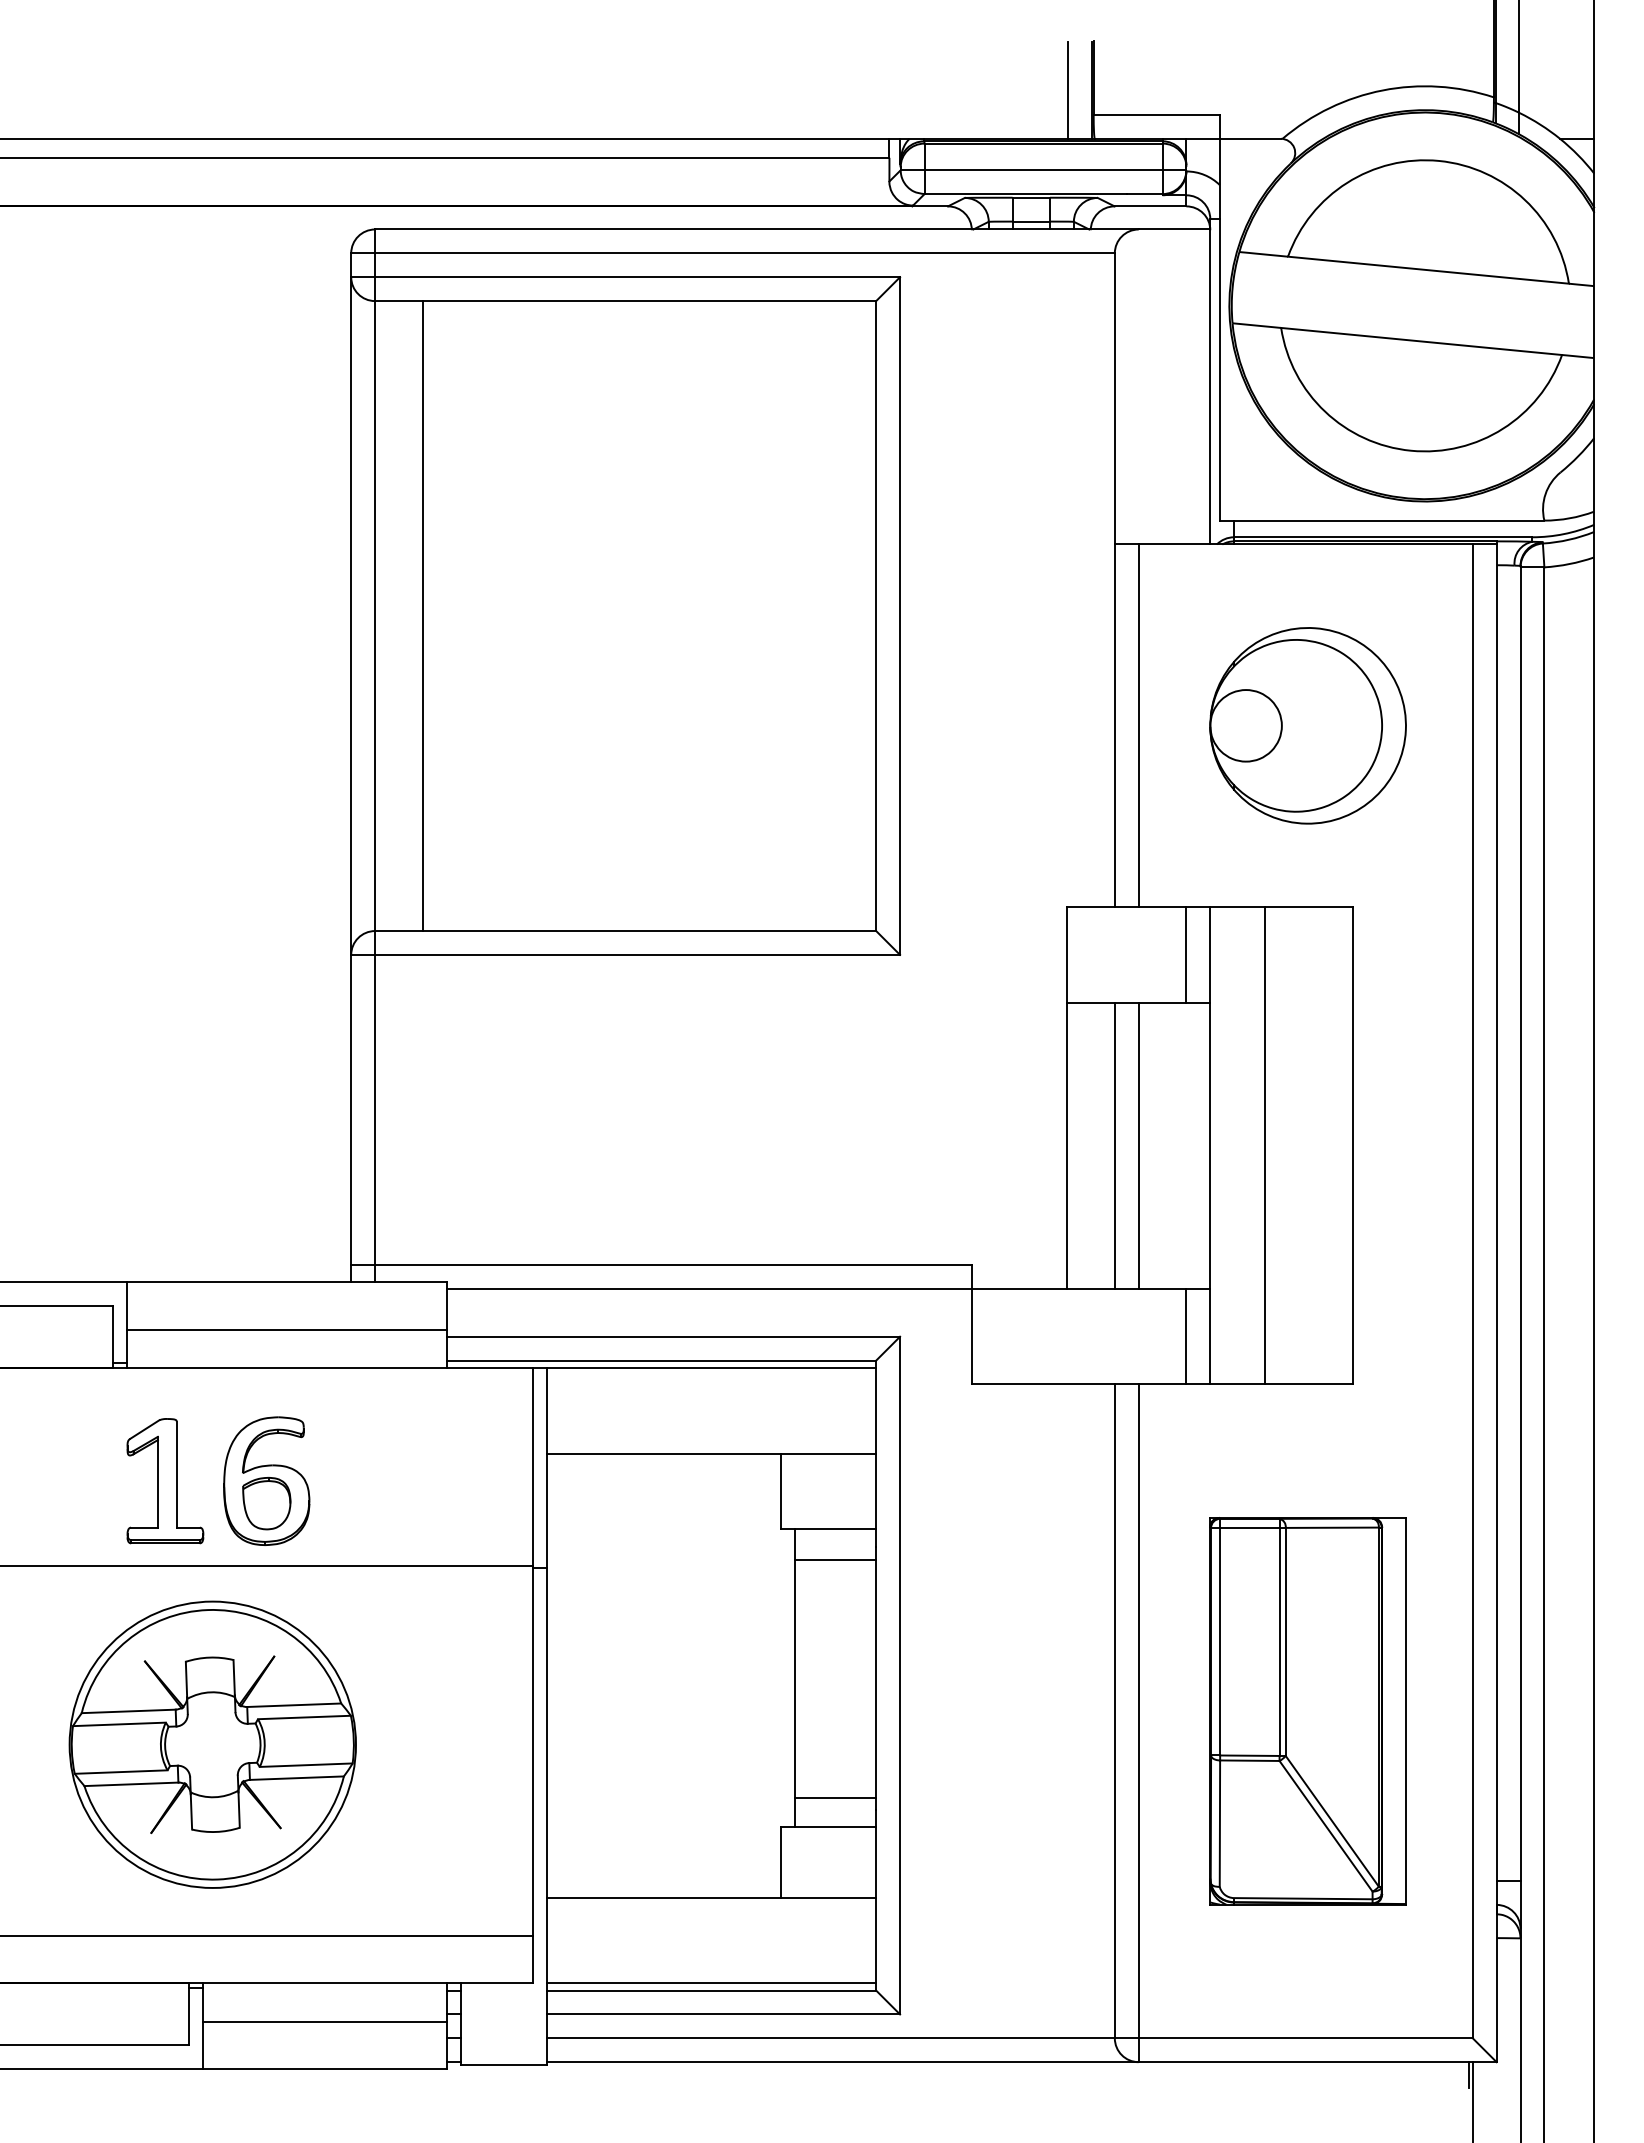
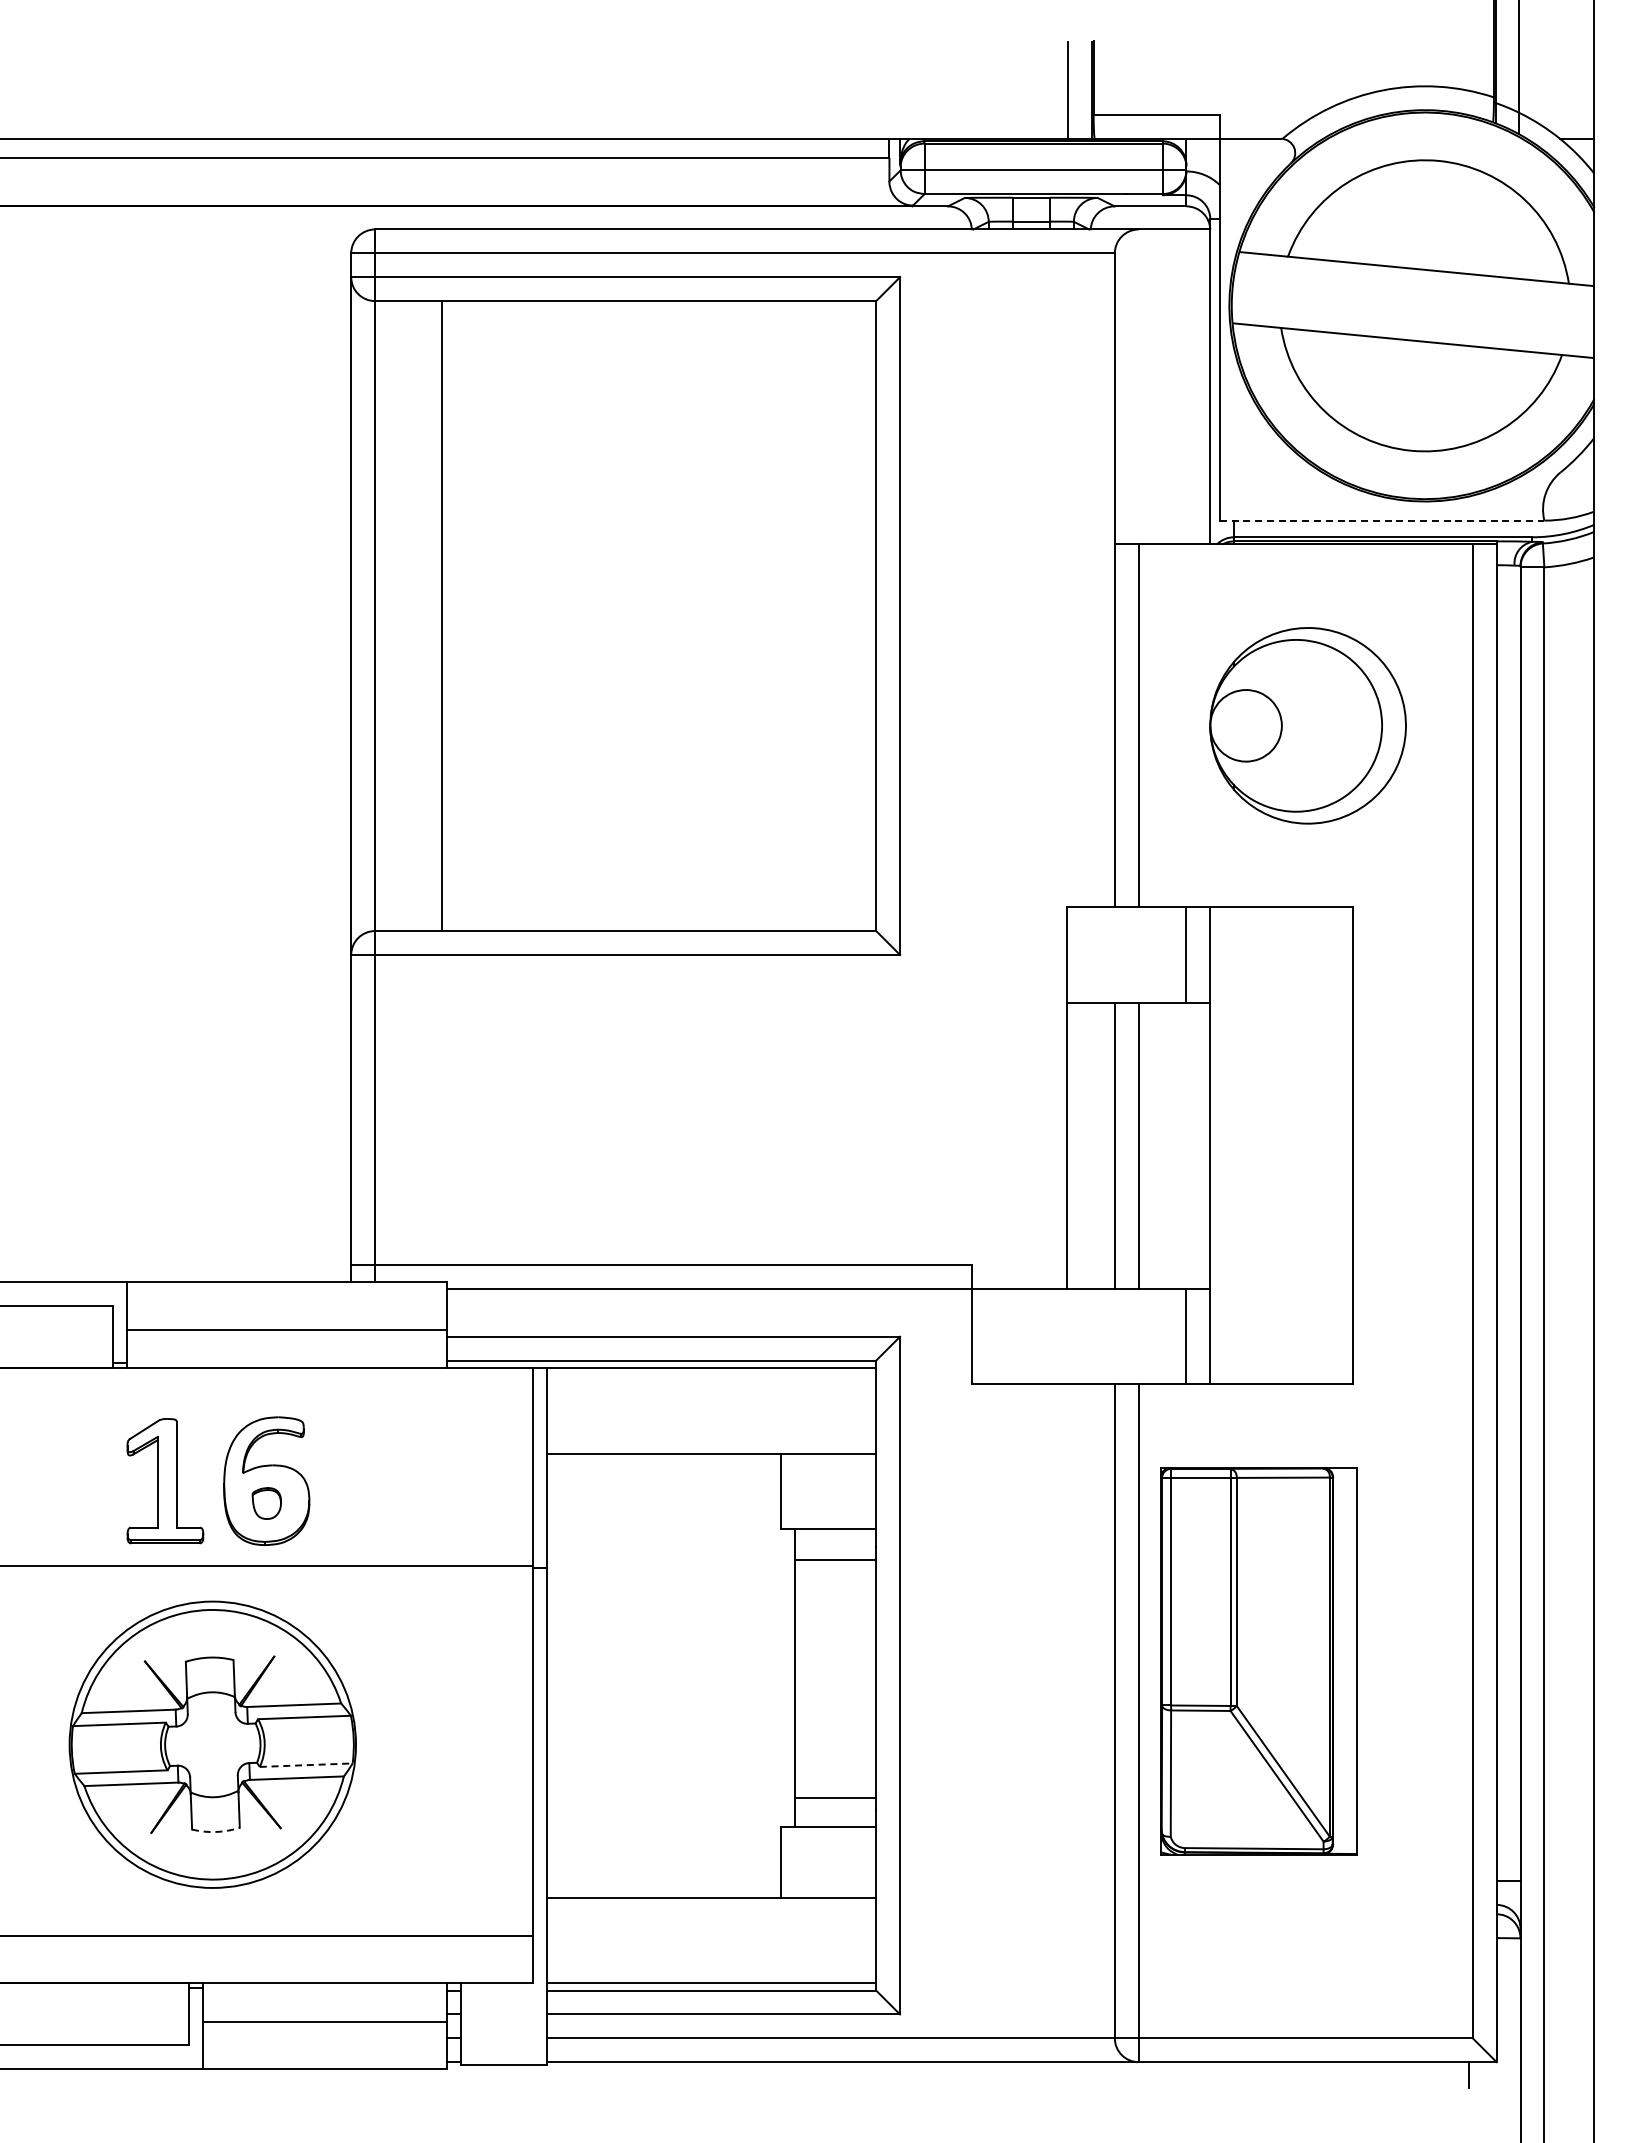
line at (1382, 520): solid -> dashed
line at (422, 616) position: (422, 616) -> (441, 616)
line at (1265, 1145): present -> none
part at (266, 1503) size: 50x55 px -> 31x33 px
part at (1307, 1711) position: (1307, 1711) -> (1258, 1661)
line at (306, 1765): solid -> dashed
arc at (216, 1831): solid -> dashed
line at (1472, 2100): present -> none
